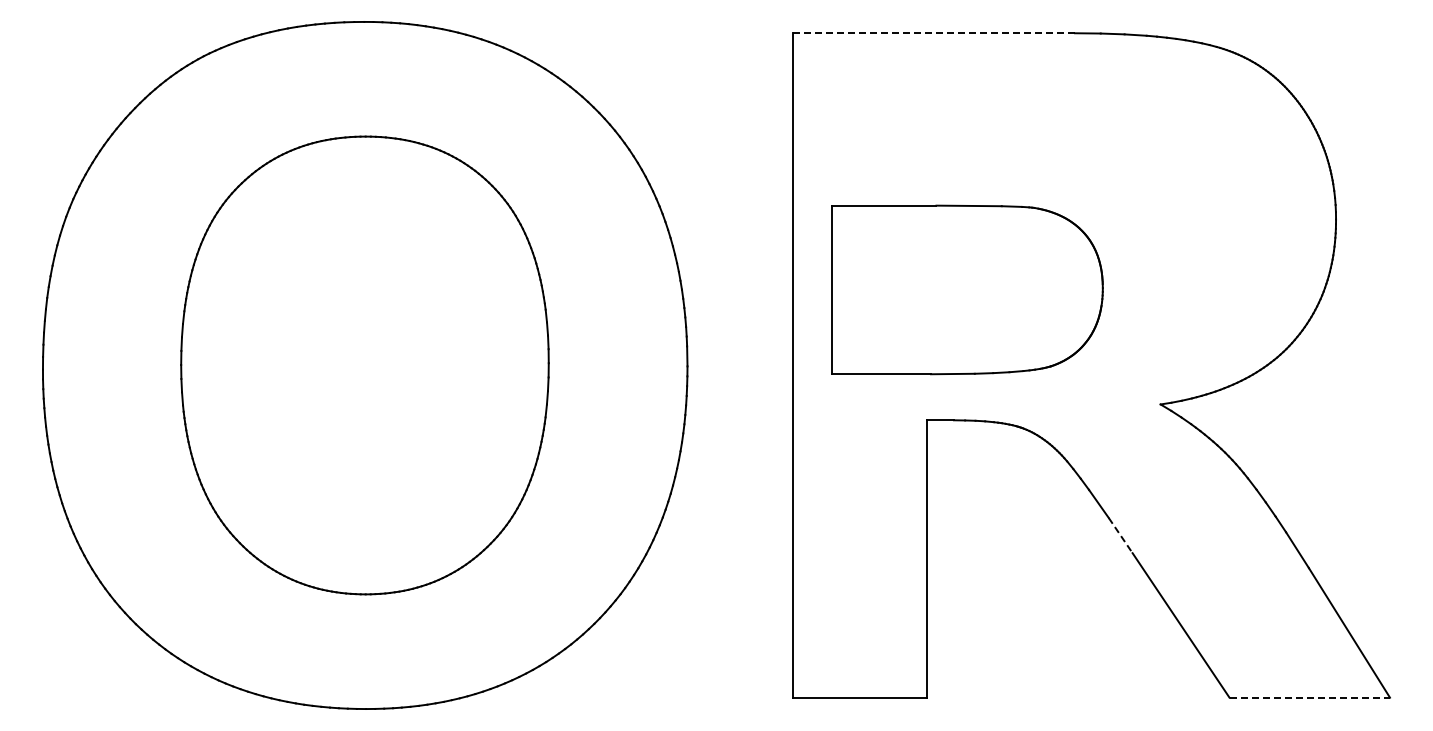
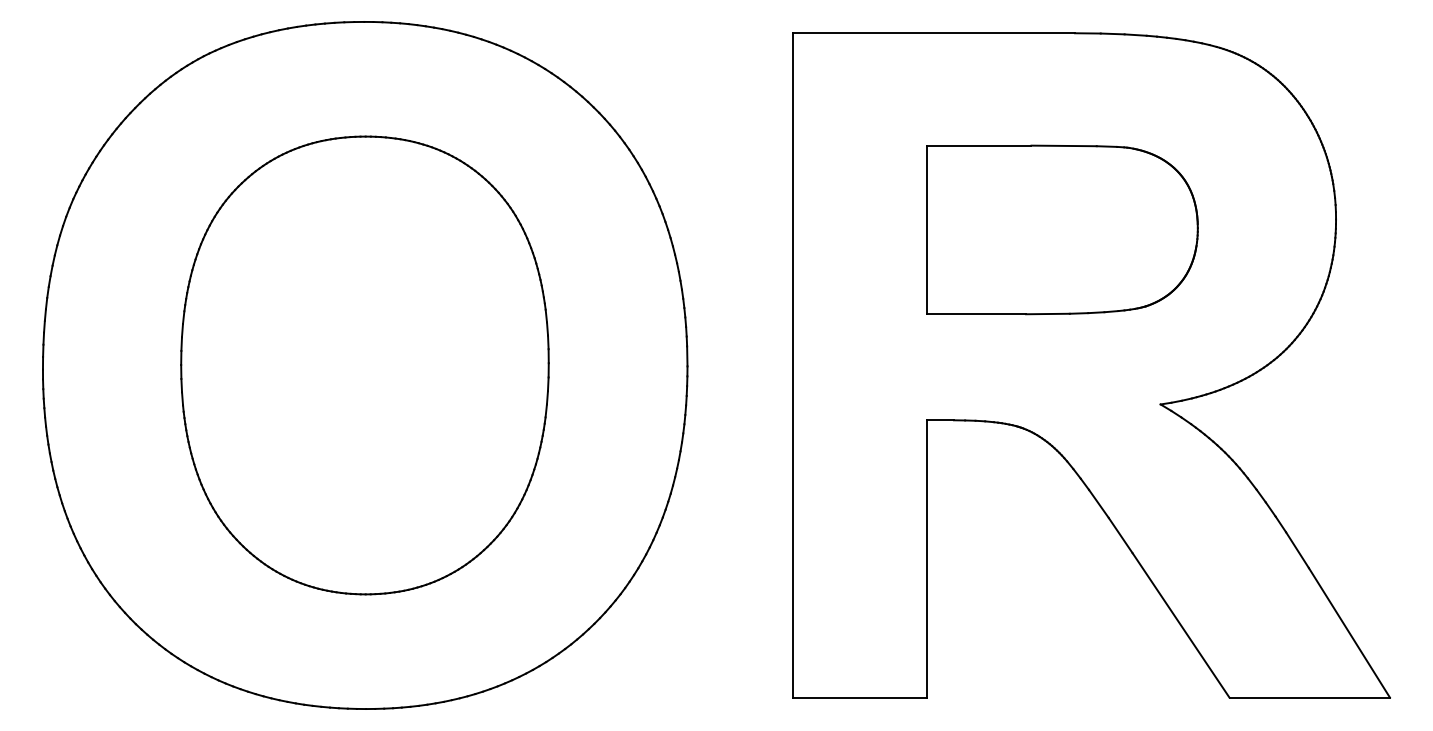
line at (933, 33): dashed -> solid
part at (967, 289) position: (967, 289) -> (1062, 229)
line at (1120, 535): dashed -> solid
line at (1310, 697): dashed -> solid
